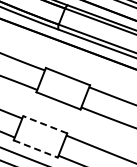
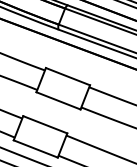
line at (45, 124): dashed -> solid
line at (35, 148): dashed -> solid
